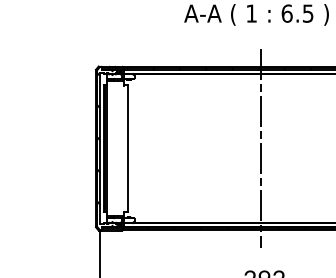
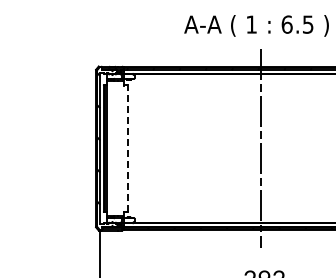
text at (256, 14) position: (256, 14) -> (256, 25)
line at (127, 148): solid -> dashed
